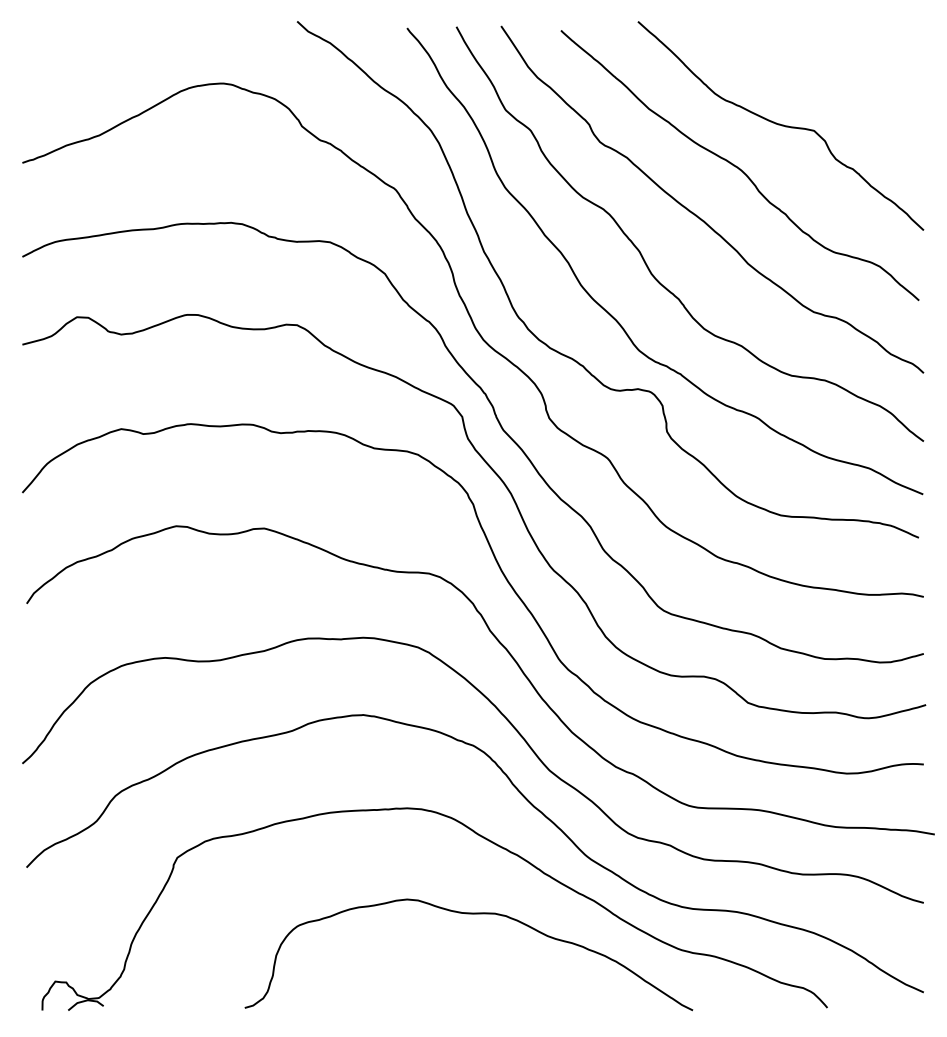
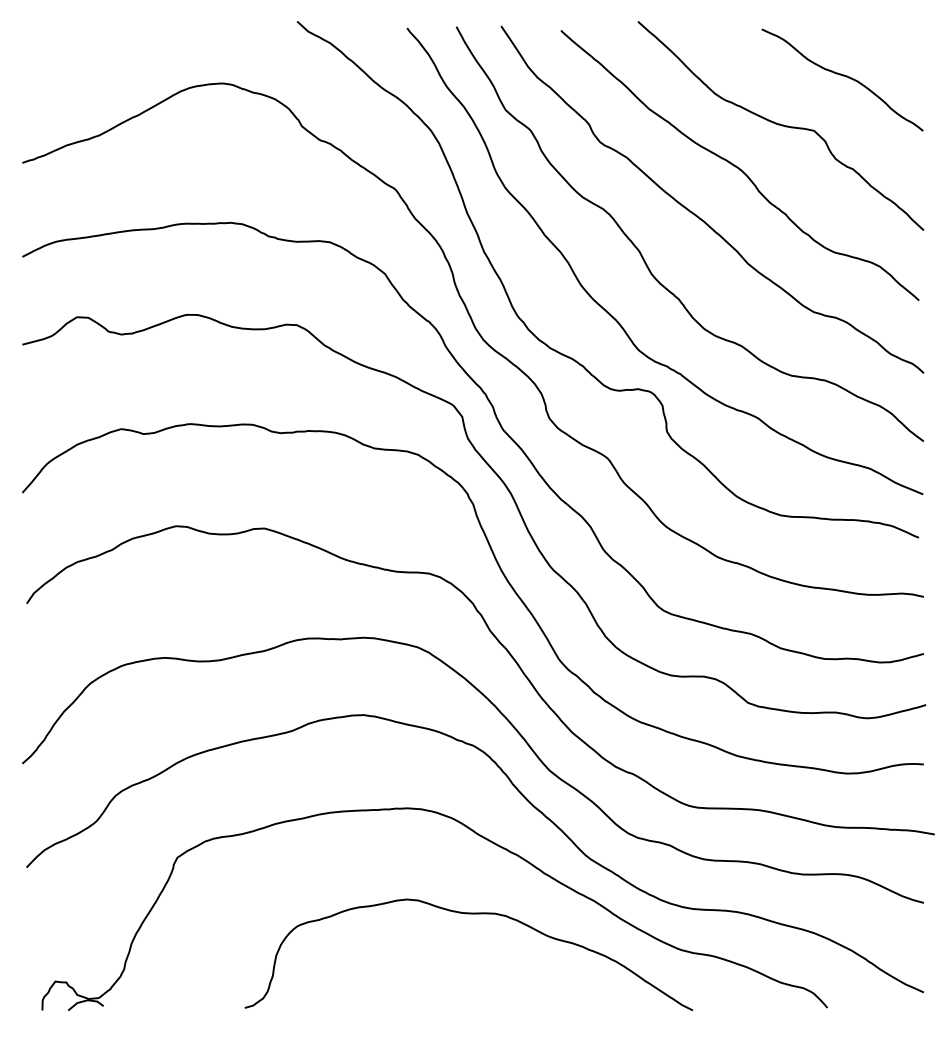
curve at (842, 76): none -> present
